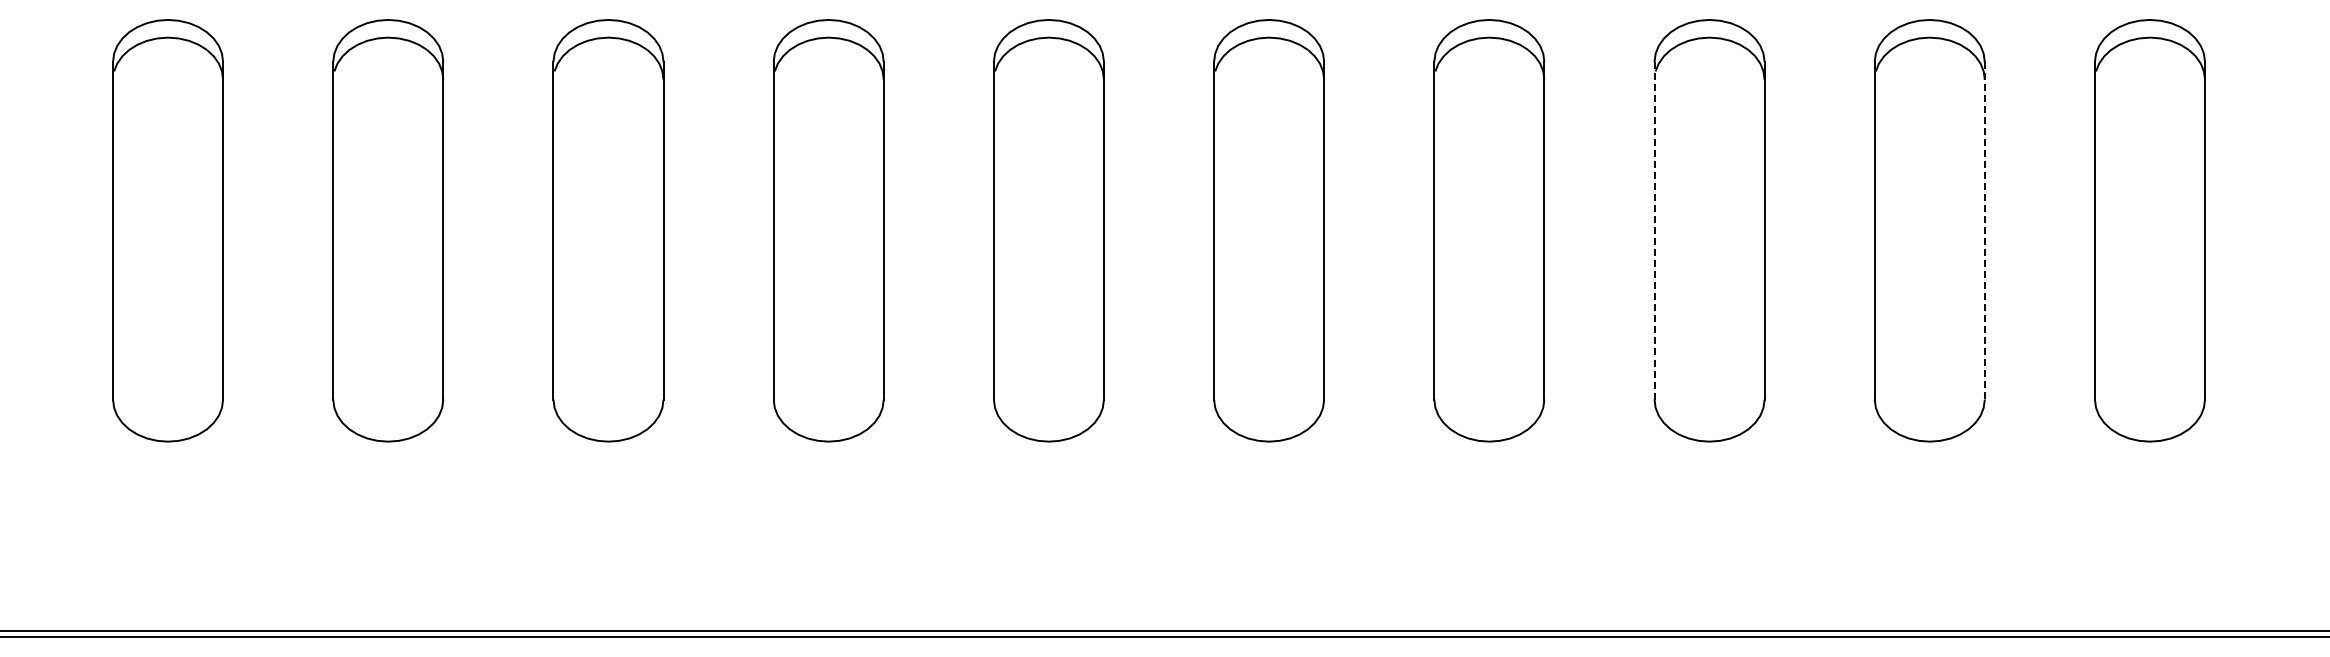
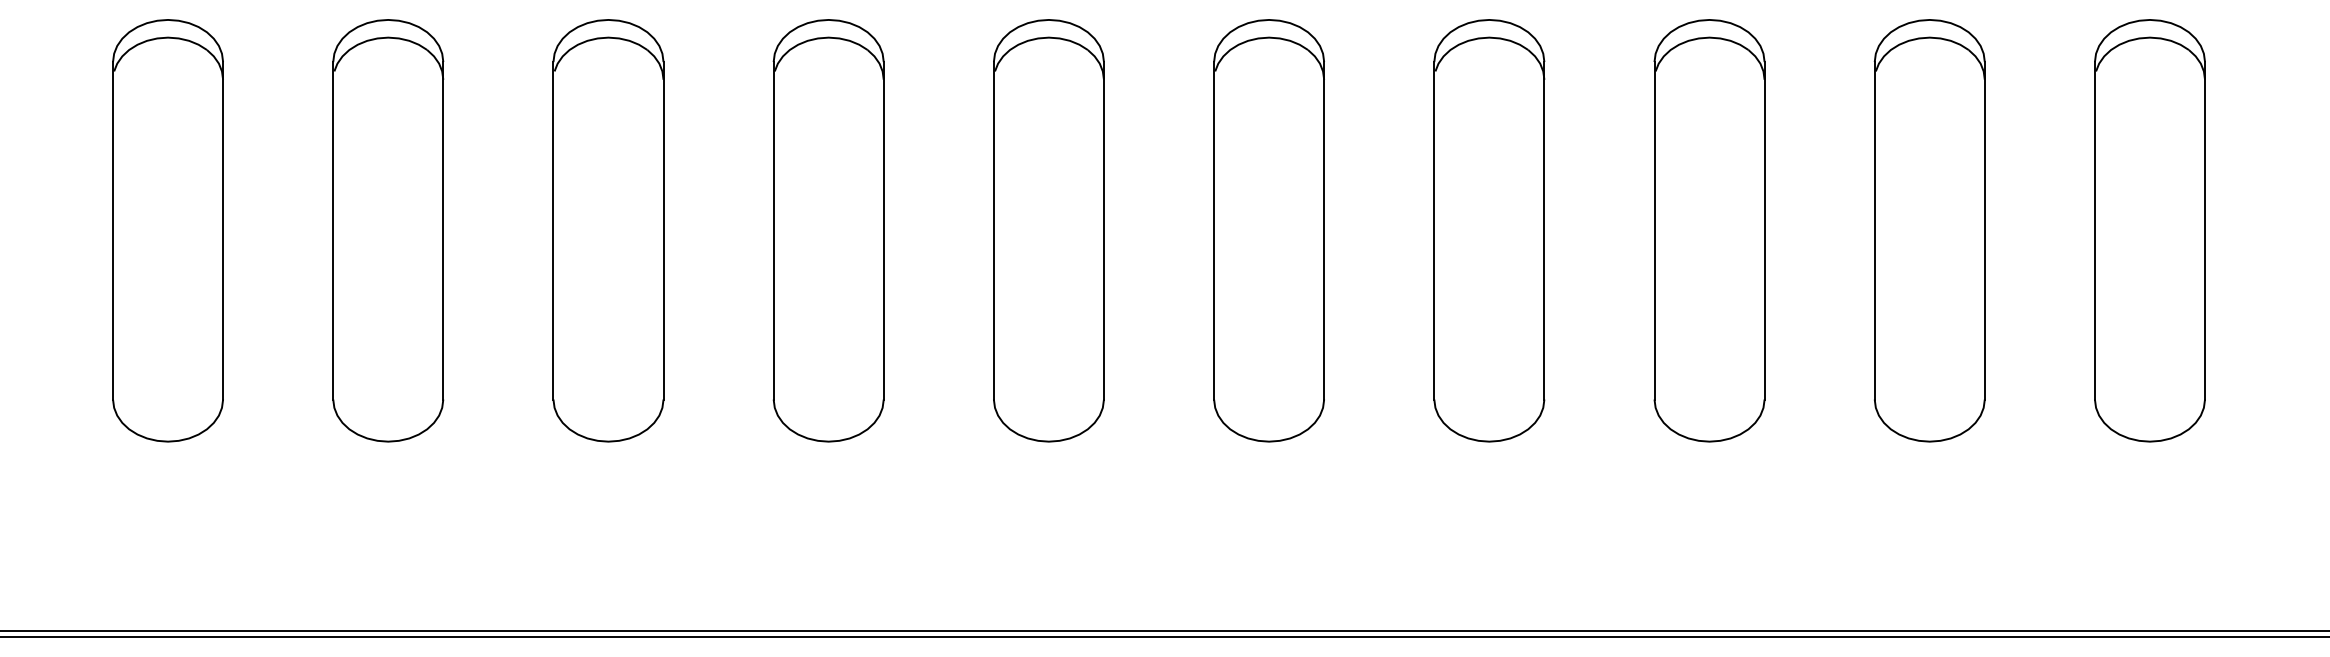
line at (1654, 230): dashed -> solid
line at (1984, 230): dashed -> solid
